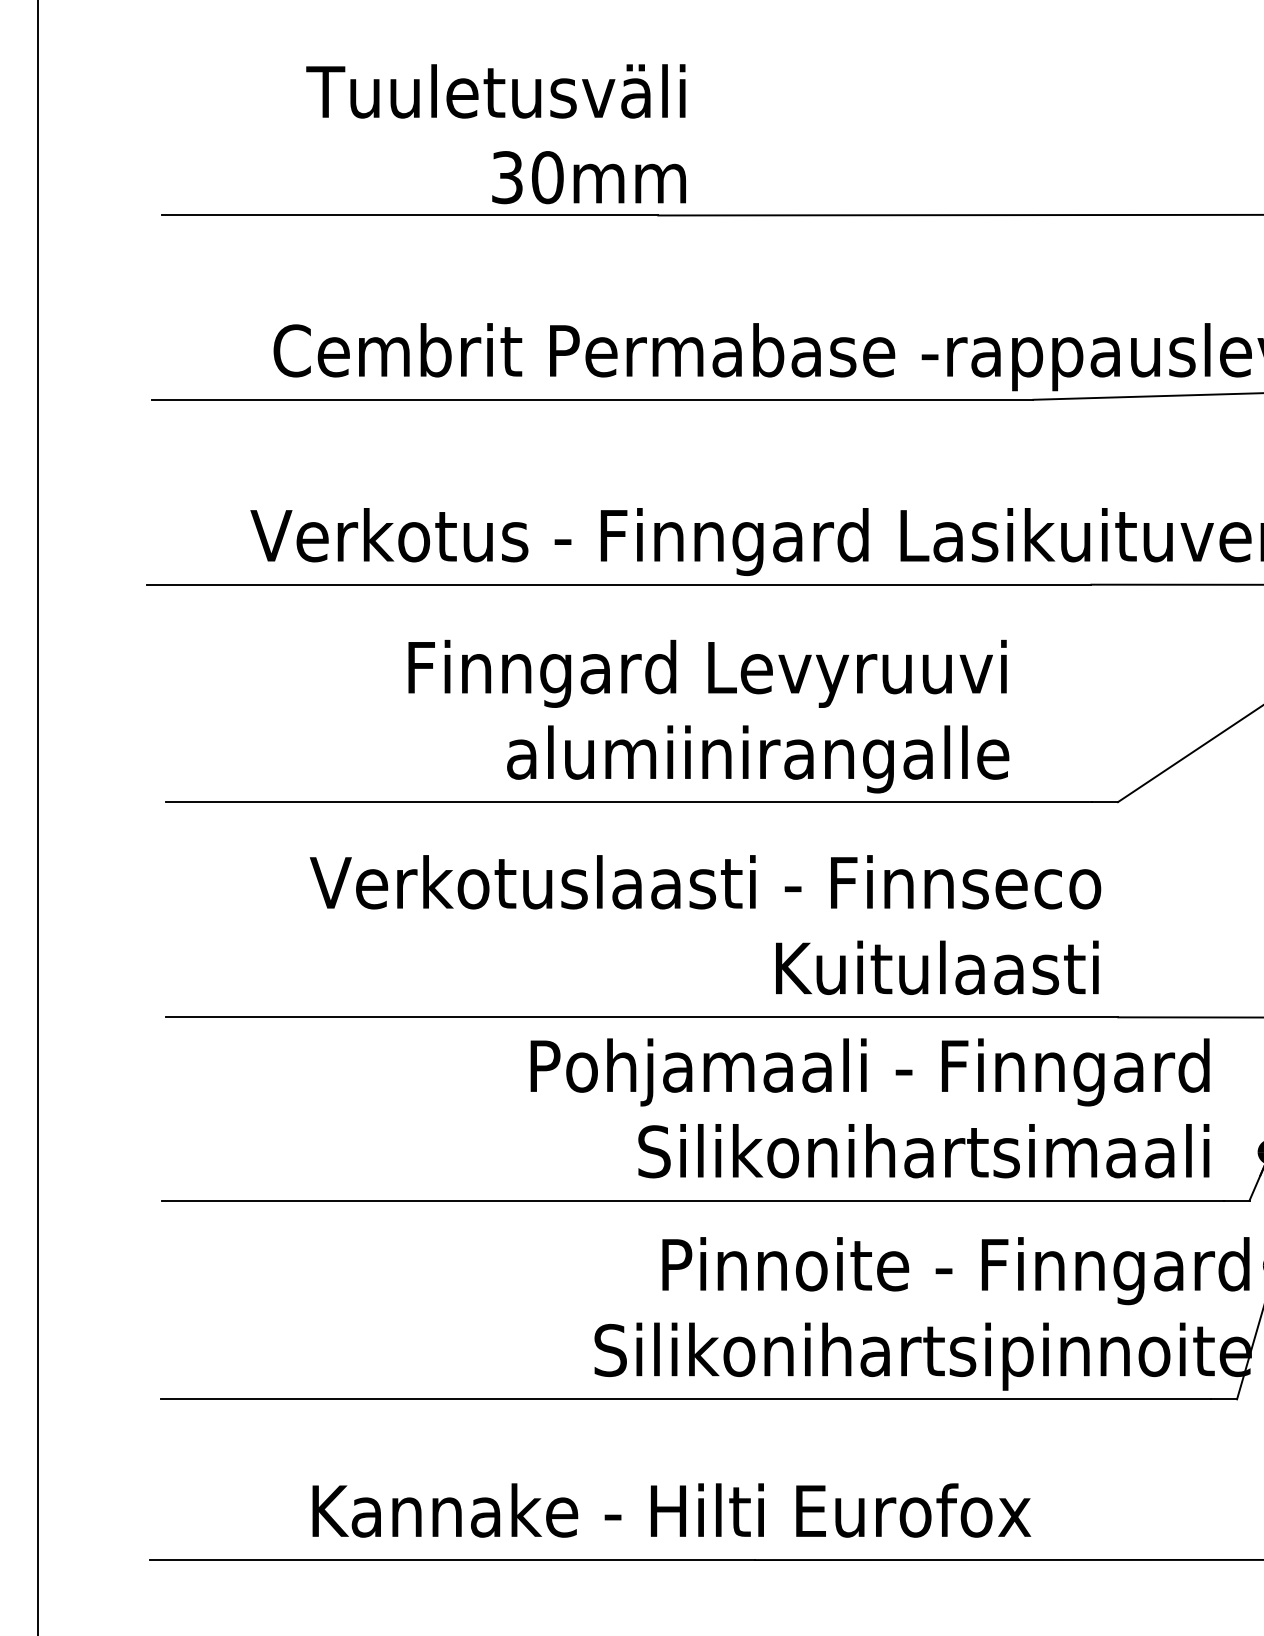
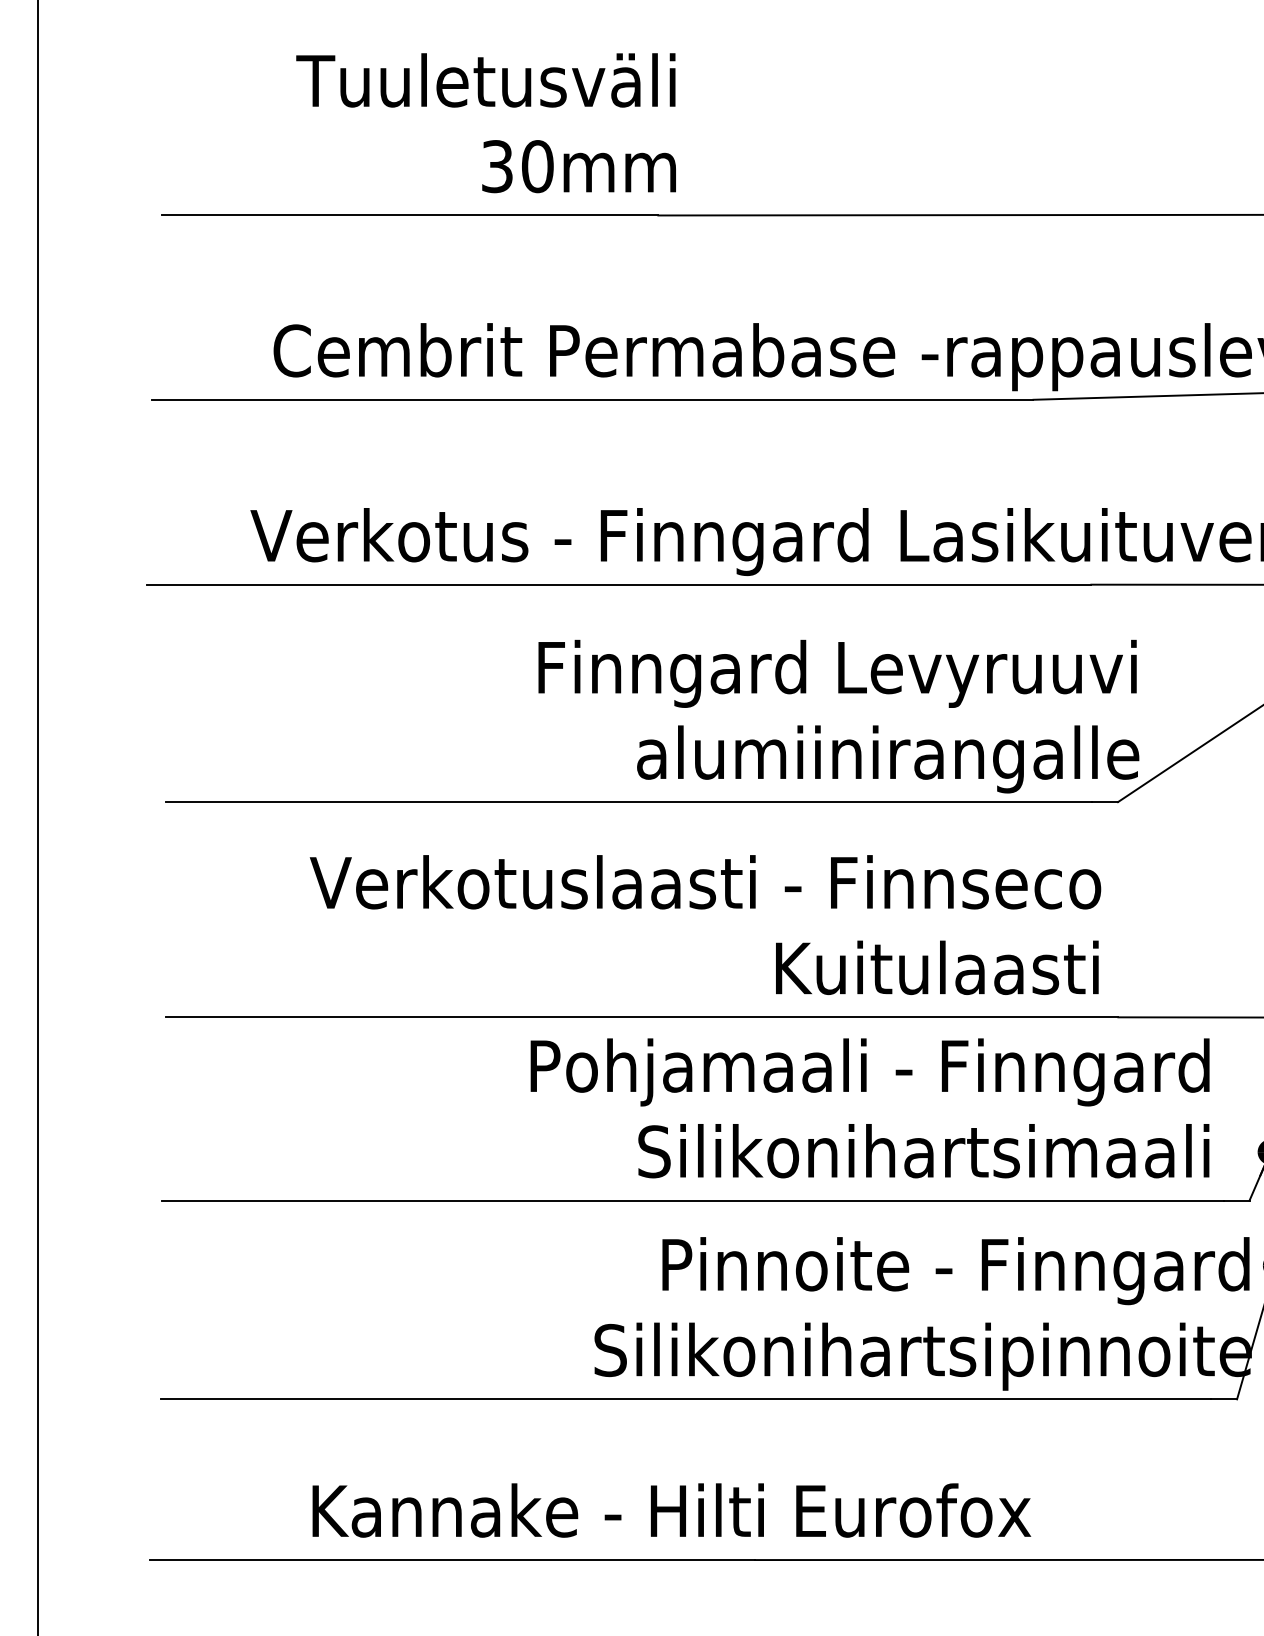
text at (495, 134) position: (495, 134) -> (485, 123)
text at (708, 716) position: (708, 716) -> (838, 716)
